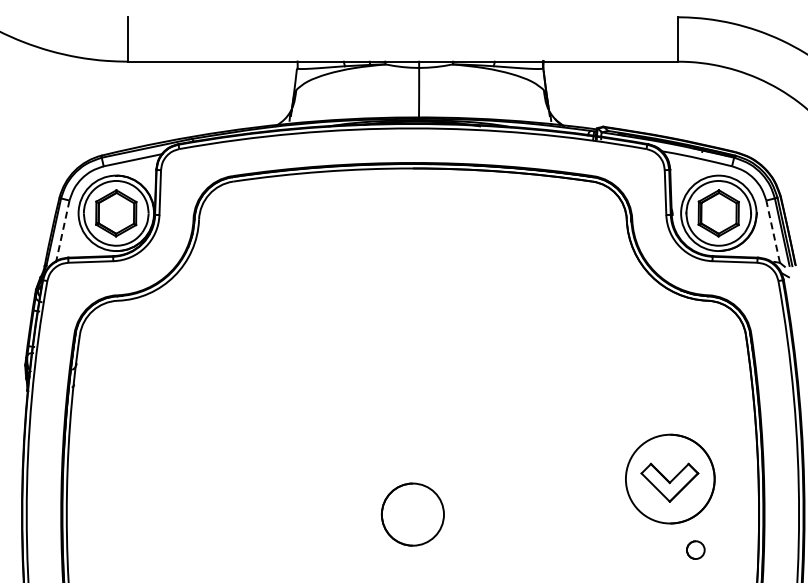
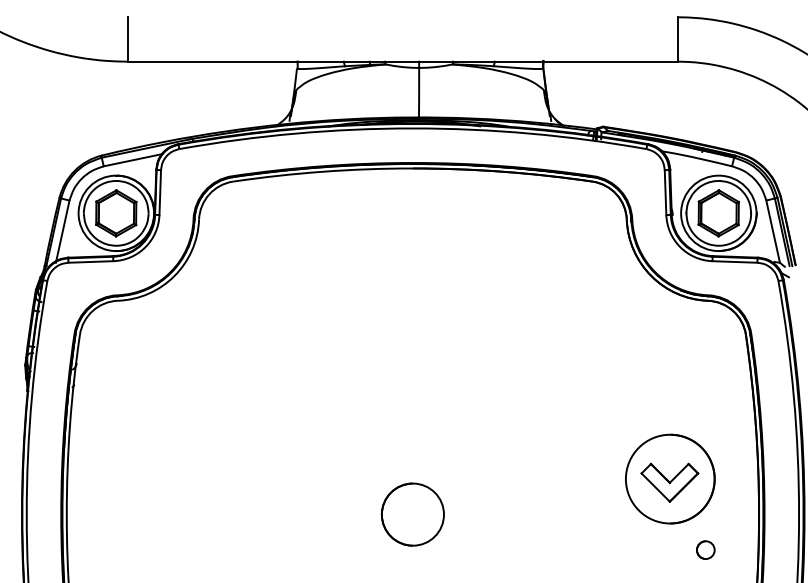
line at (62, 231): dashed -> solid
line at (773, 231): dashed -> solid
circle at (695, 549) position: (695, 549) -> (705, 549)
